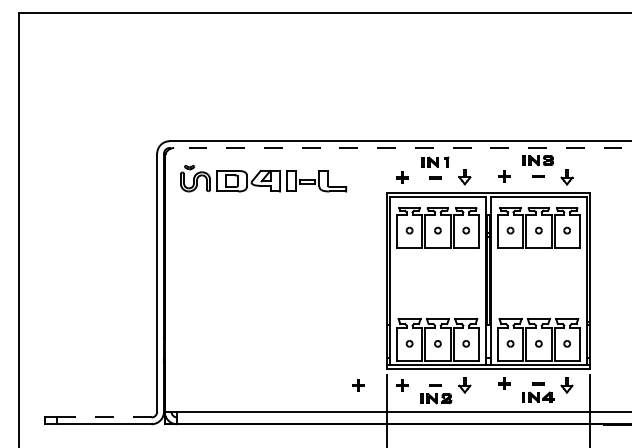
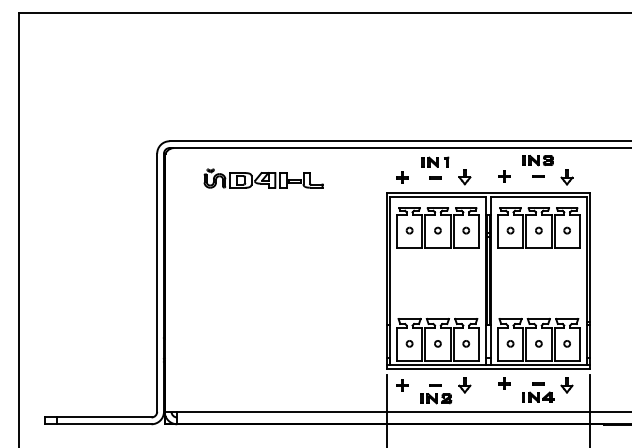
line at (400, 148): dashed -> solid
part at (263, 178) size: 168x28 px -> 121x21 px
part at (358, 385): present -> none
line at (103, 417): dashed -> solid
